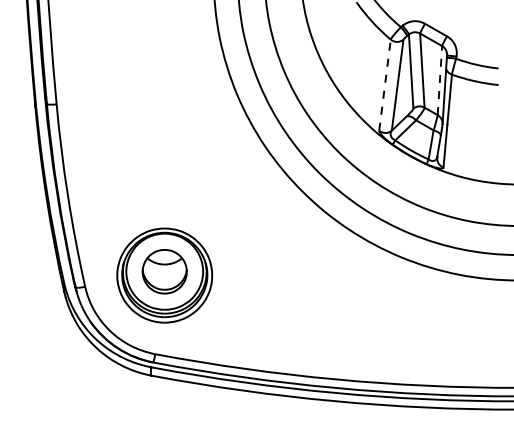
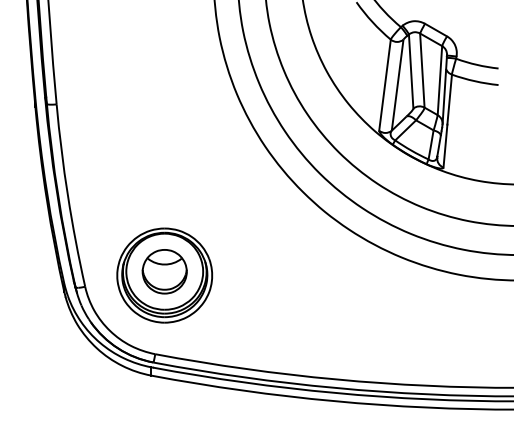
line at (439, 80): dashed -> solid
line at (385, 85): dashed -> solid
